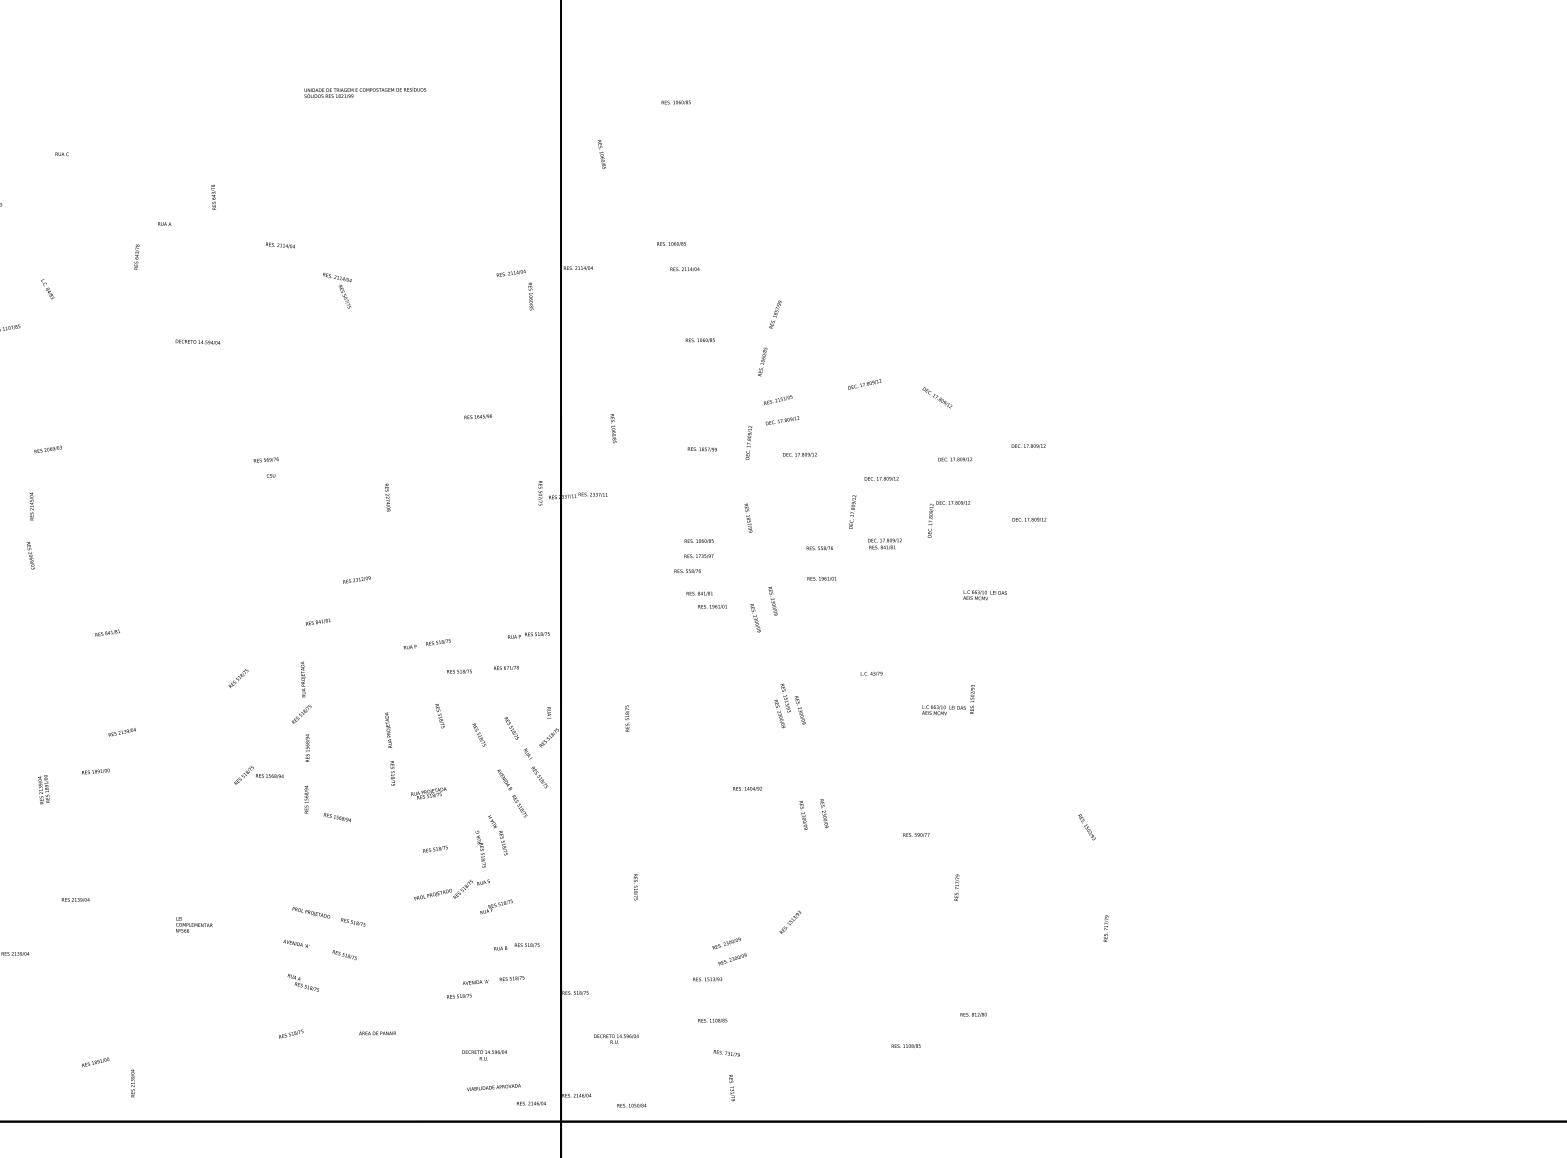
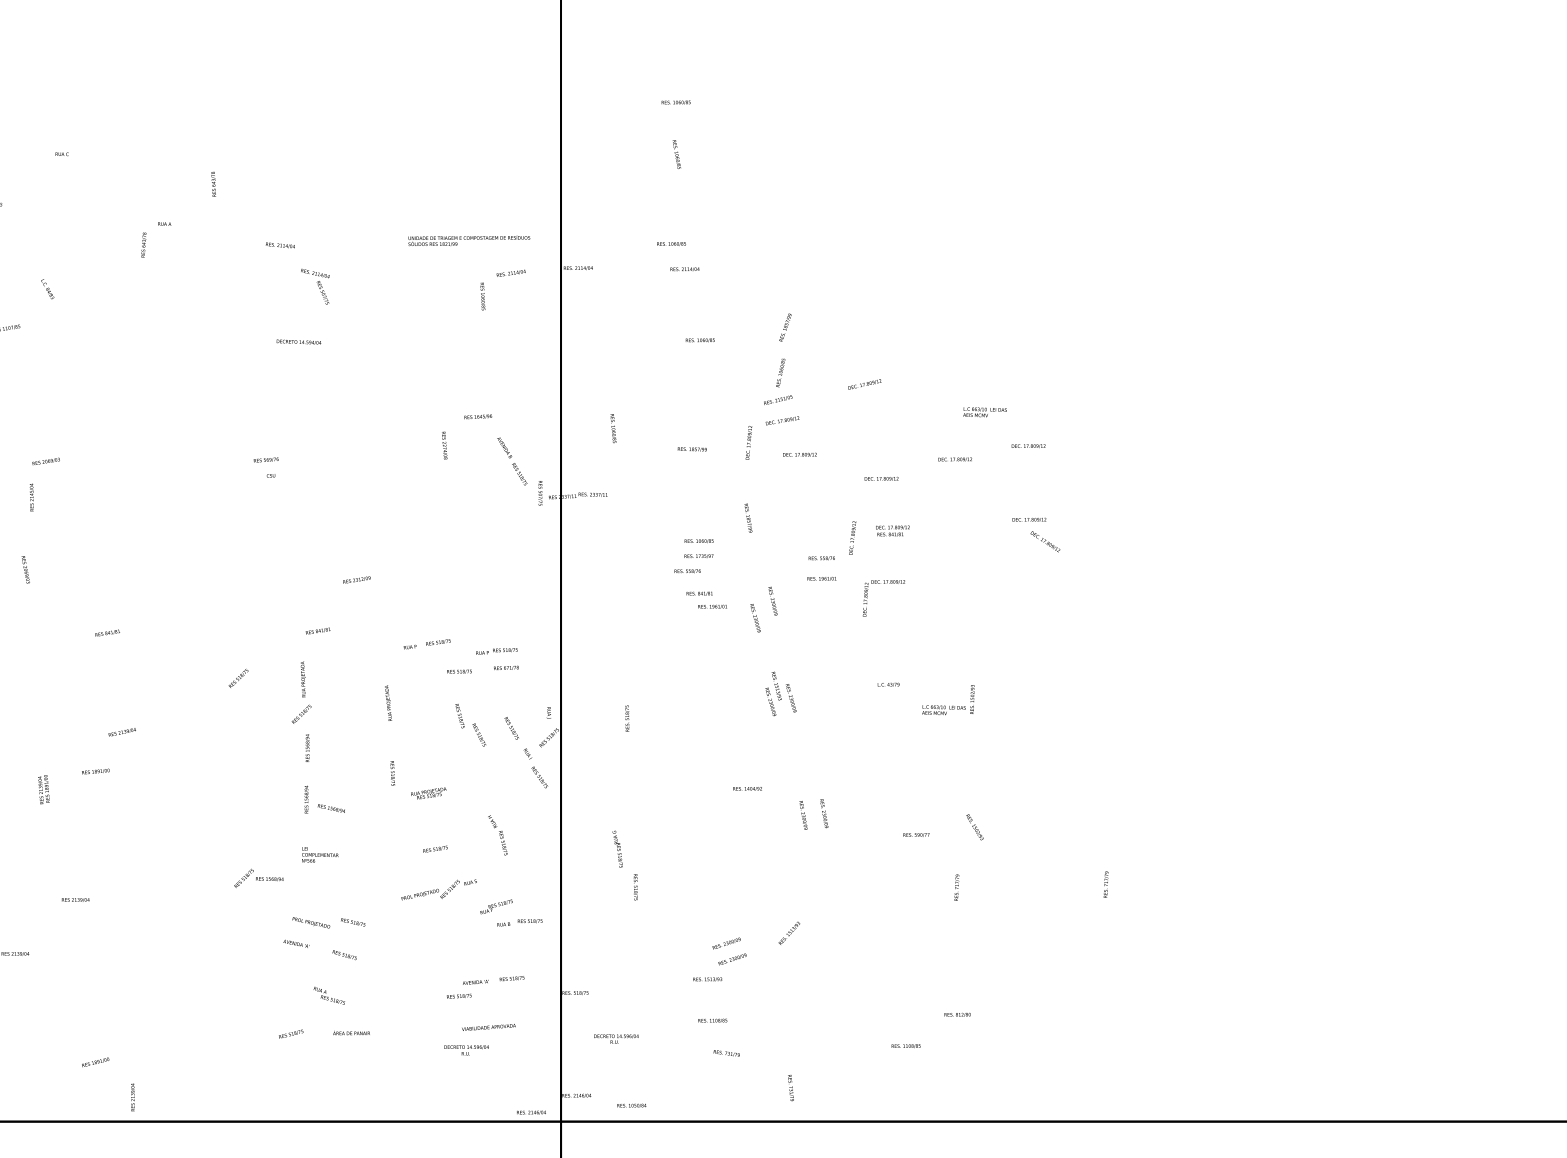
text at (365, 92) position: (365, 92) -> (469, 240)
text at (601, 154) position: (601, 154) -> (676, 154)
text at (213, 196) position: (213, 196) -> (213, 183)
text at (136, 256) position: (136, 256) -> (143, 244)
text at (337, 290) position: (337, 290) -> (315, 286)
text at (530, 296) position: (530, 296) -> (482, 296)
text at (775, 314) position: (775, 314) -> (785, 327)
text at (197, 341) position: (197, 341) -> (298, 341)
text at (762, 361) position: (762, 361) -> (780, 372)
text at (937, 397) position: (937, 397) -> (1045, 541)
text at (47, 449) position: (47, 449) -> (45, 461)
text at (701, 449) position: (701, 449) -> (691, 449)
text at (387, 497) position: (387, 497) -> (444, 445)
text at (31, 506) position: (31, 506) -> (31, 497)
text at (852, 511) position: (852, 511) -> (852, 537)
text at (948, 519) position: (948, 519) -> (883, 598)
text at (884, 543) position: (884, 543) -> (892, 530)
text at (819, 548) position: (819, 548) -> (821, 558)
text at (30, 555) position: (30, 555) -> (25, 569)
text at (984, 595) position: (984, 595) -> (984, 412)
text at (317, 621) position: (317, 621) -> (317, 630)
text at (528, 635) position: (528, 635) -> (496, 651)
text at (871, 673) position: (871, 673) -> (888, 684)
text at (789, 705) position: (789, 705) -> (780, 693)
text at (439, 716) position: (439, 716) -> (459, 716)
text at (388, 729) position: (388, 729) -> (388, 702)
text at (258, 774) position: (258, 774) -> (258, 877)
text at (512, 793) position: (512, 793) -> (512, 461)
text at (336, 817) position: (336, 817) -> (330, 808)
text at (1086, 827) position: (1086, 827) -> (974, 827)
text at (480, 848) position: (480, 848) -> (617, 848)
text at (451, 889) position: (451, 889) -> (438, 889)
text at (311, 912) position: (311, 912) -> (311, 922)
text at (790, 921) position: (790, 921) -> (789, 932)
text at (194, 924) position: (194, 924) -> (320, 854)
text at (1105, 928) position: (1105, 928) -> (1105, 884)
text at (516, 946) position: (516, 946) -> (519, 922)
text at (302, 982) position: (302, 982) -> (328, 995)
text at (973, 1014) position: (973, 1014) -> (957, 1014)
text at (377, 1032) position: (377, 1032) -> (351, 1032)
text at (484, 1055) position: (484, 1055) -> (466, 1050)
text at (132, 1083) position: (132, 1083) -> (132, 1097)
text at (493, 1087) position: (493, 1087) -> (488, 1027)
text at (731, 1088) position: (731, 1088) -> (790, 1088)
text at (531, 1103) position: (531, 1103) -> (531, 1112)
